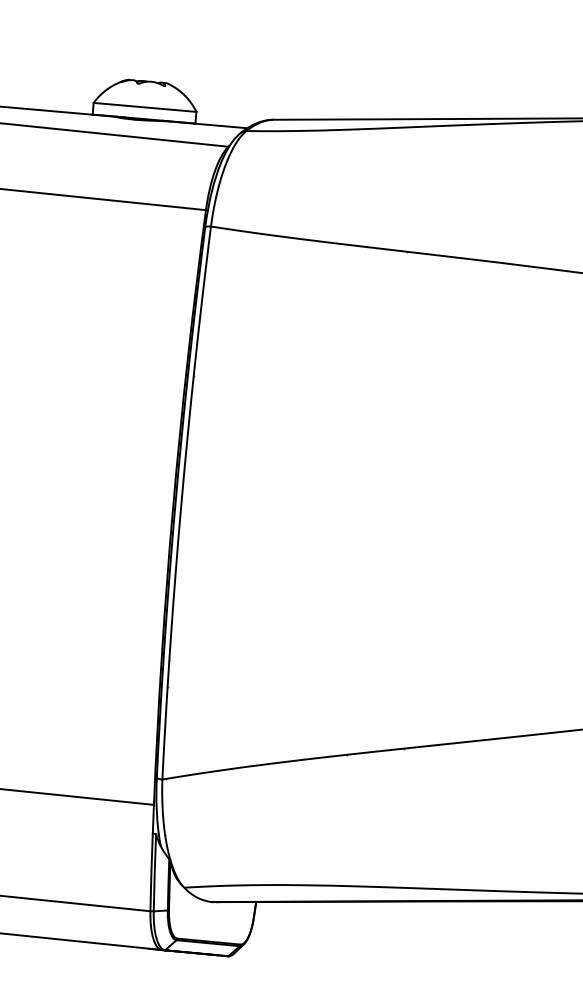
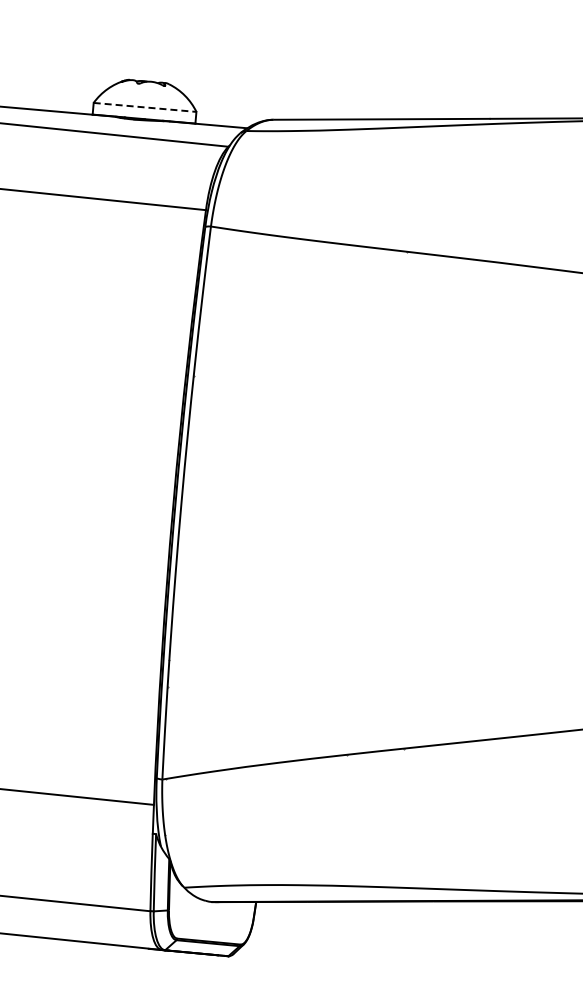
line at (145, 107): solid -> dashed
